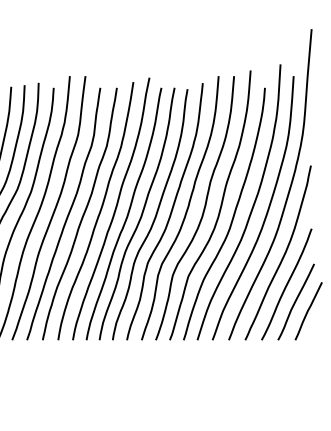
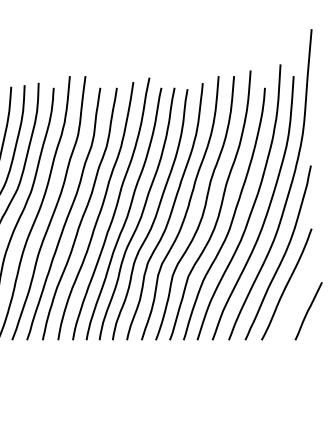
curve at (295, 301): present -> none
